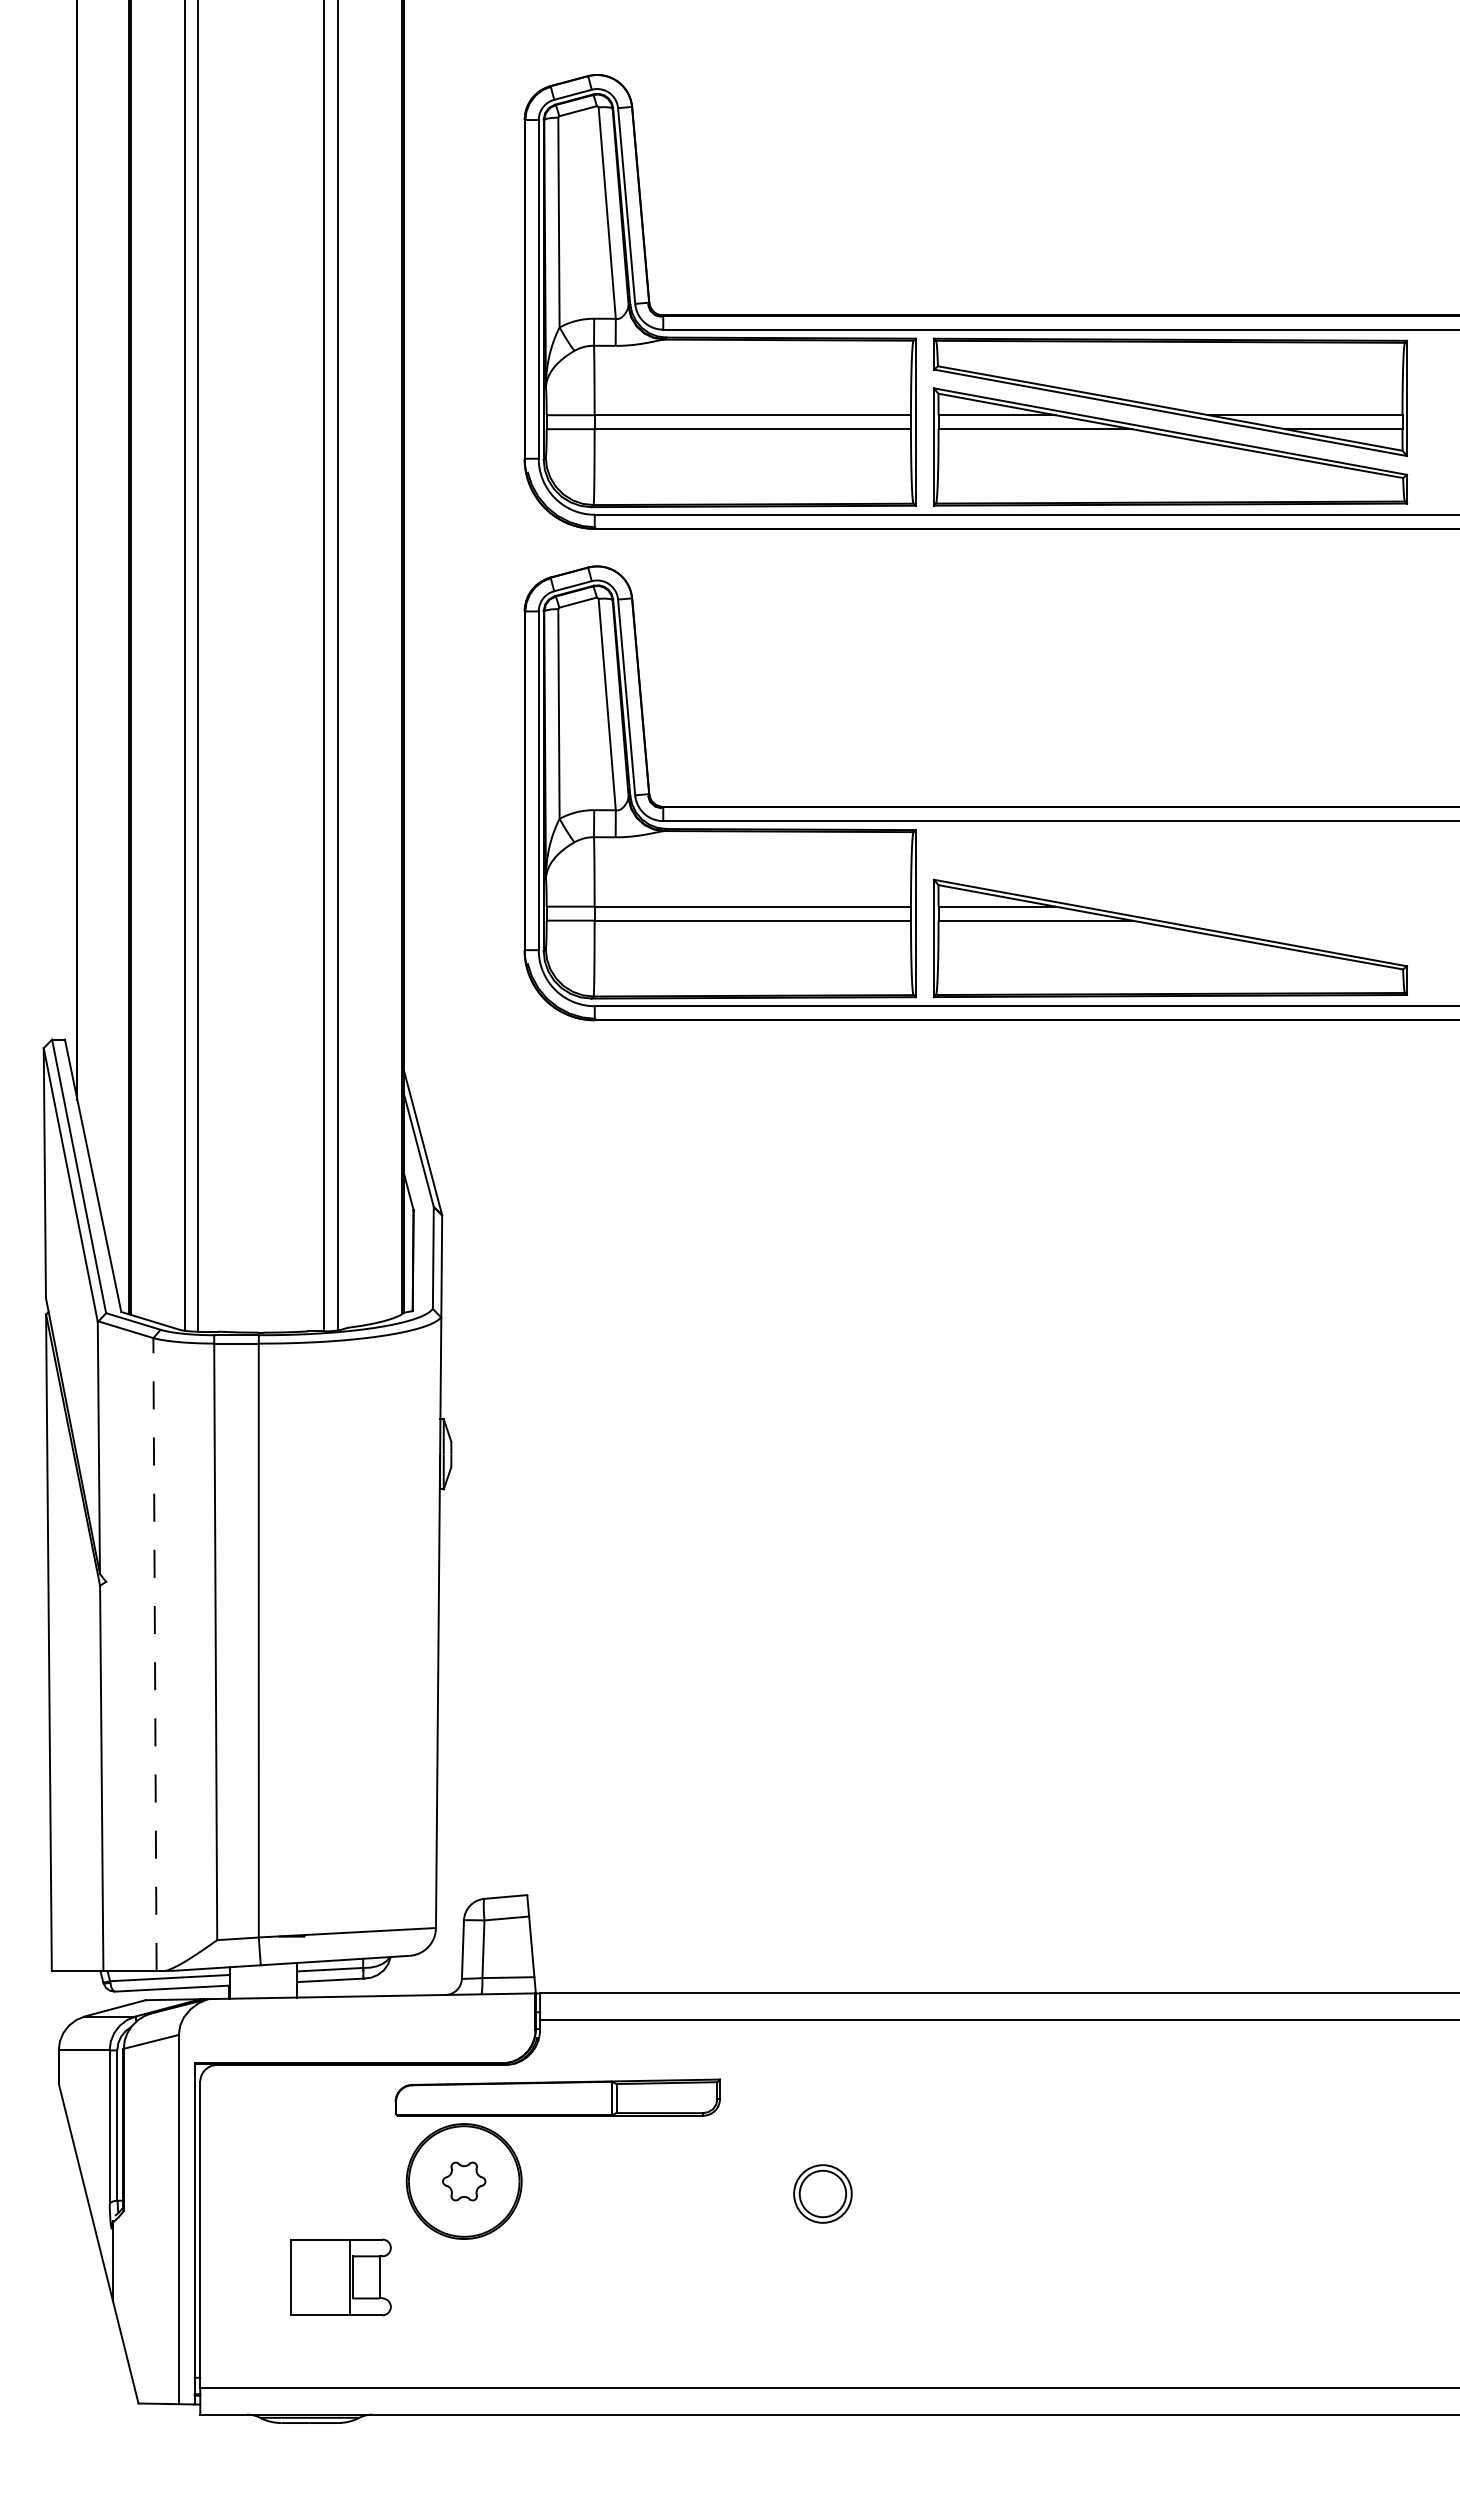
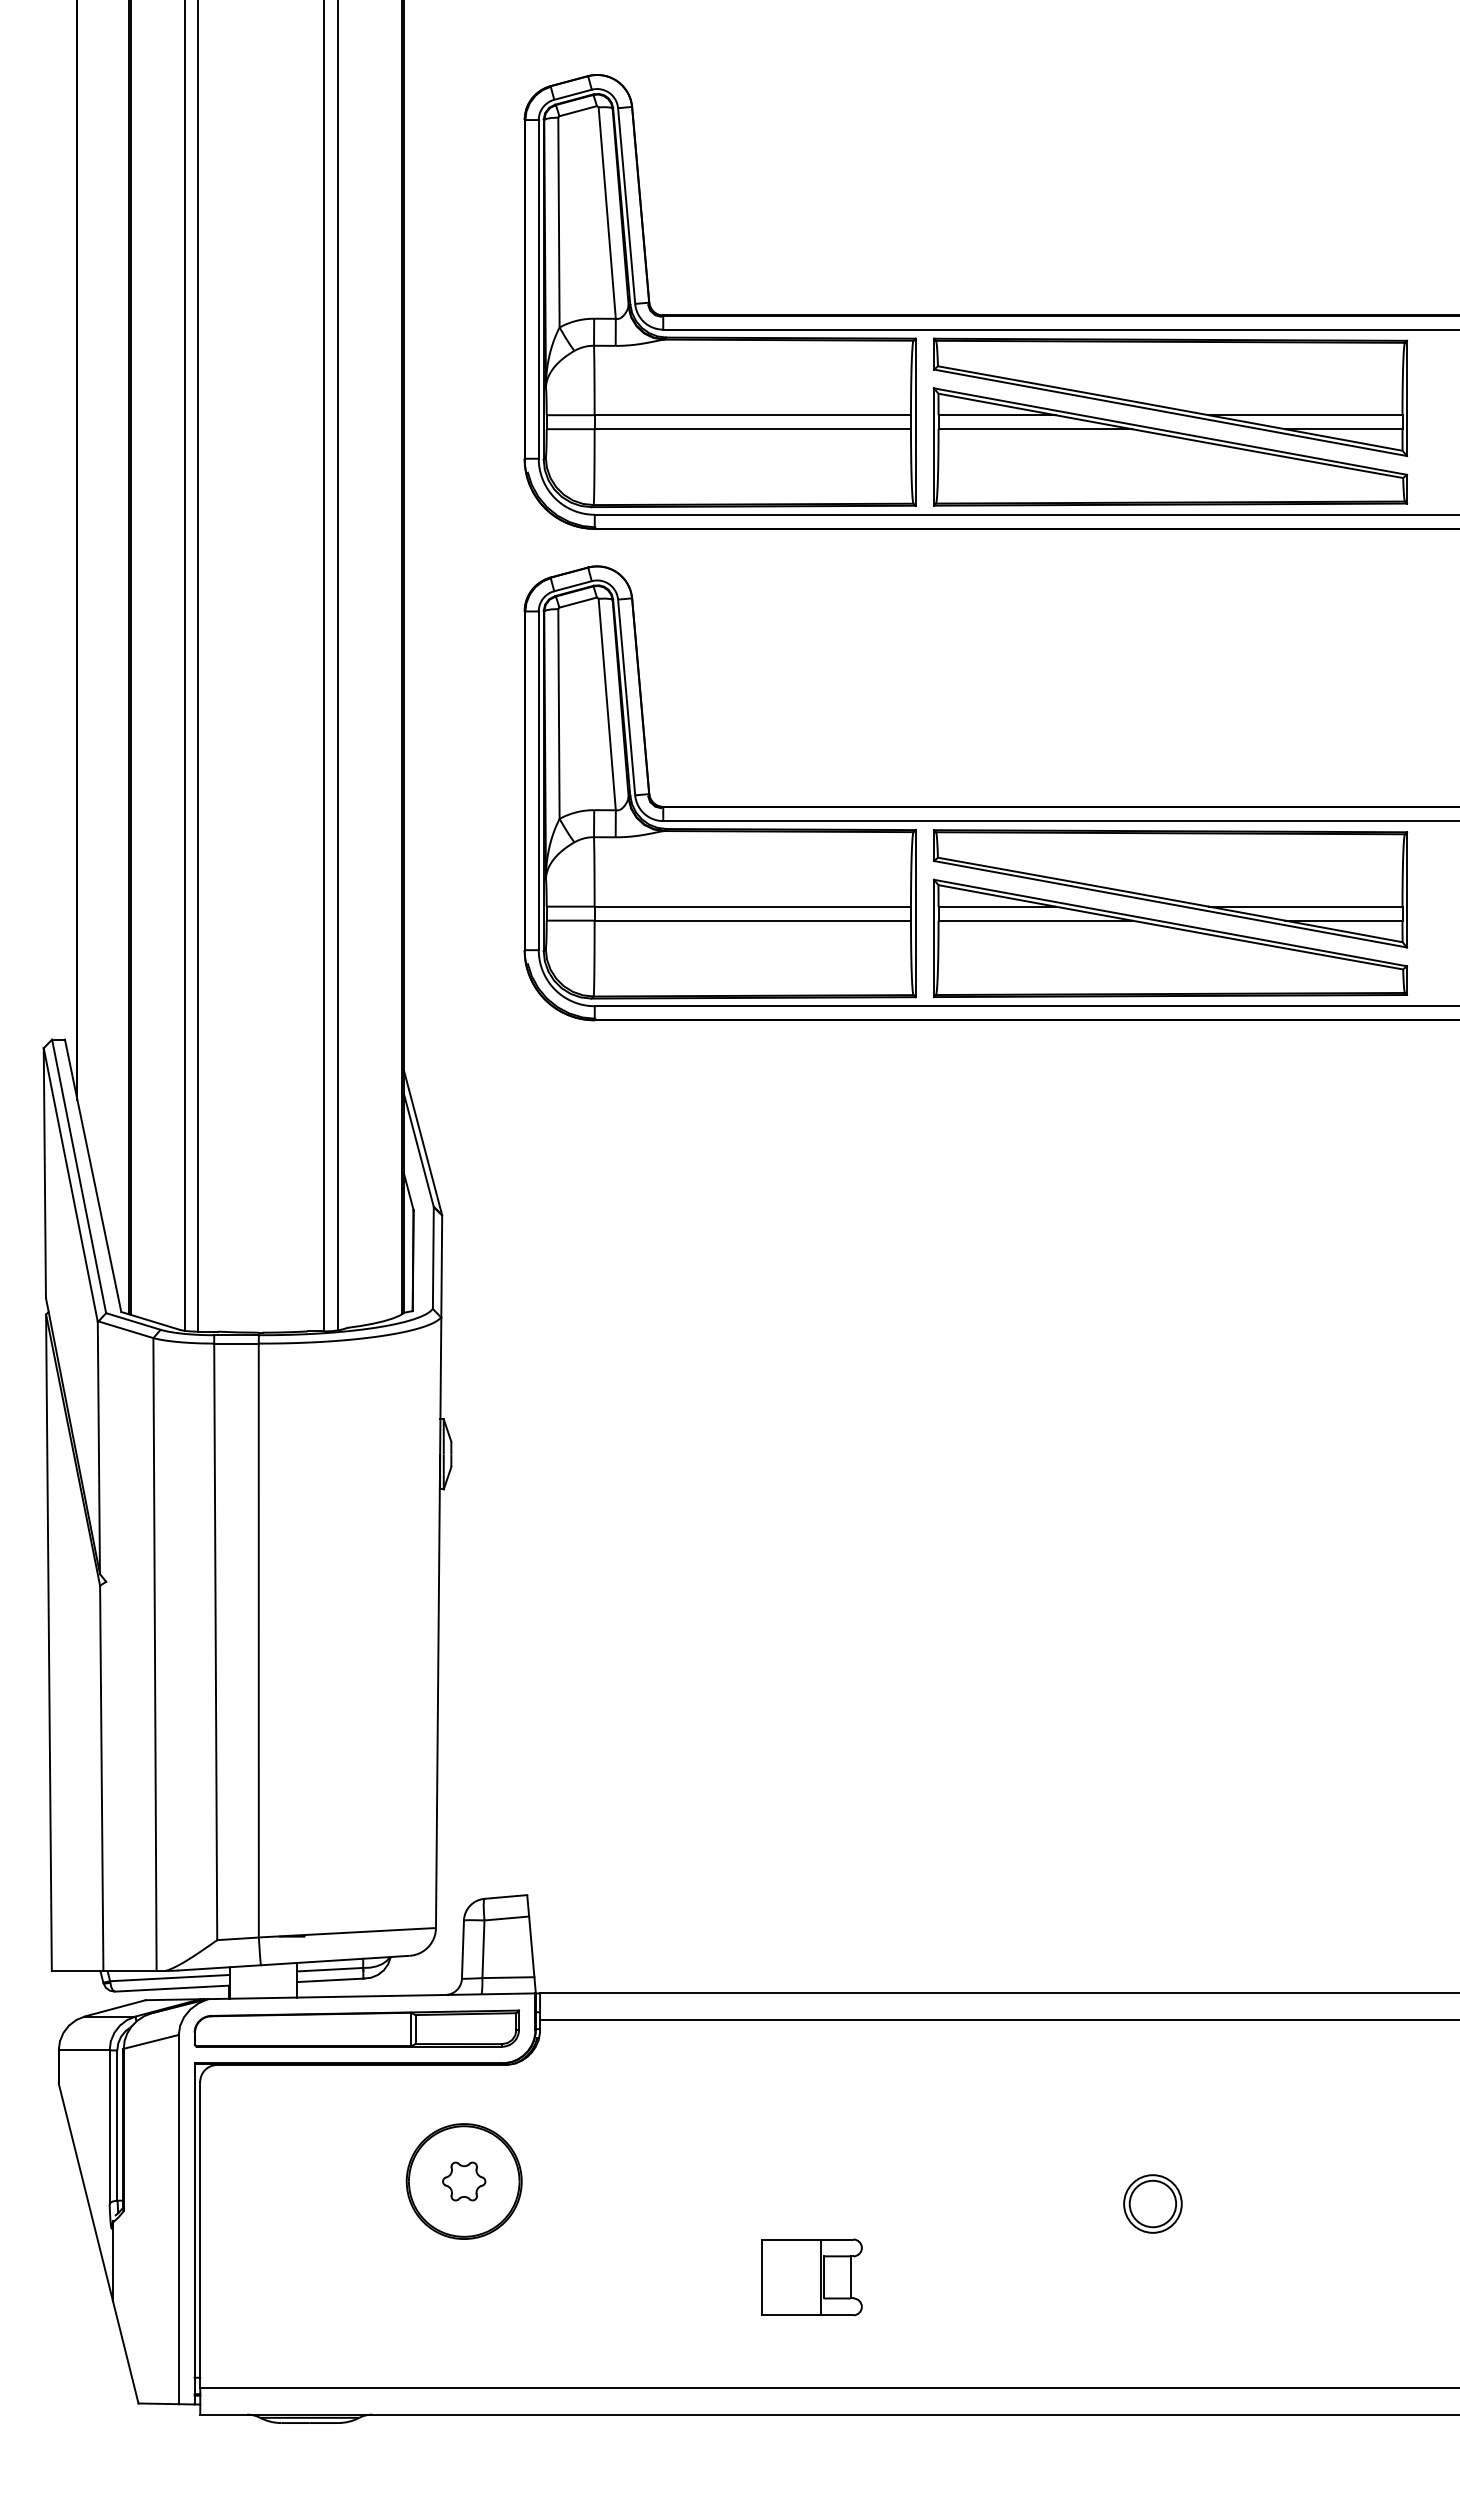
part at (1170, 888): none -> present
line at (155, 1654): dashed -> solid
part at (557, 2097) position: (557, 2097) -> (356, 2028)
part at (822, 2193) position: (822, 2193) -> (1152, 2203)
part at (340, 2277) position: (340, 2277) -> (811, 2277)
